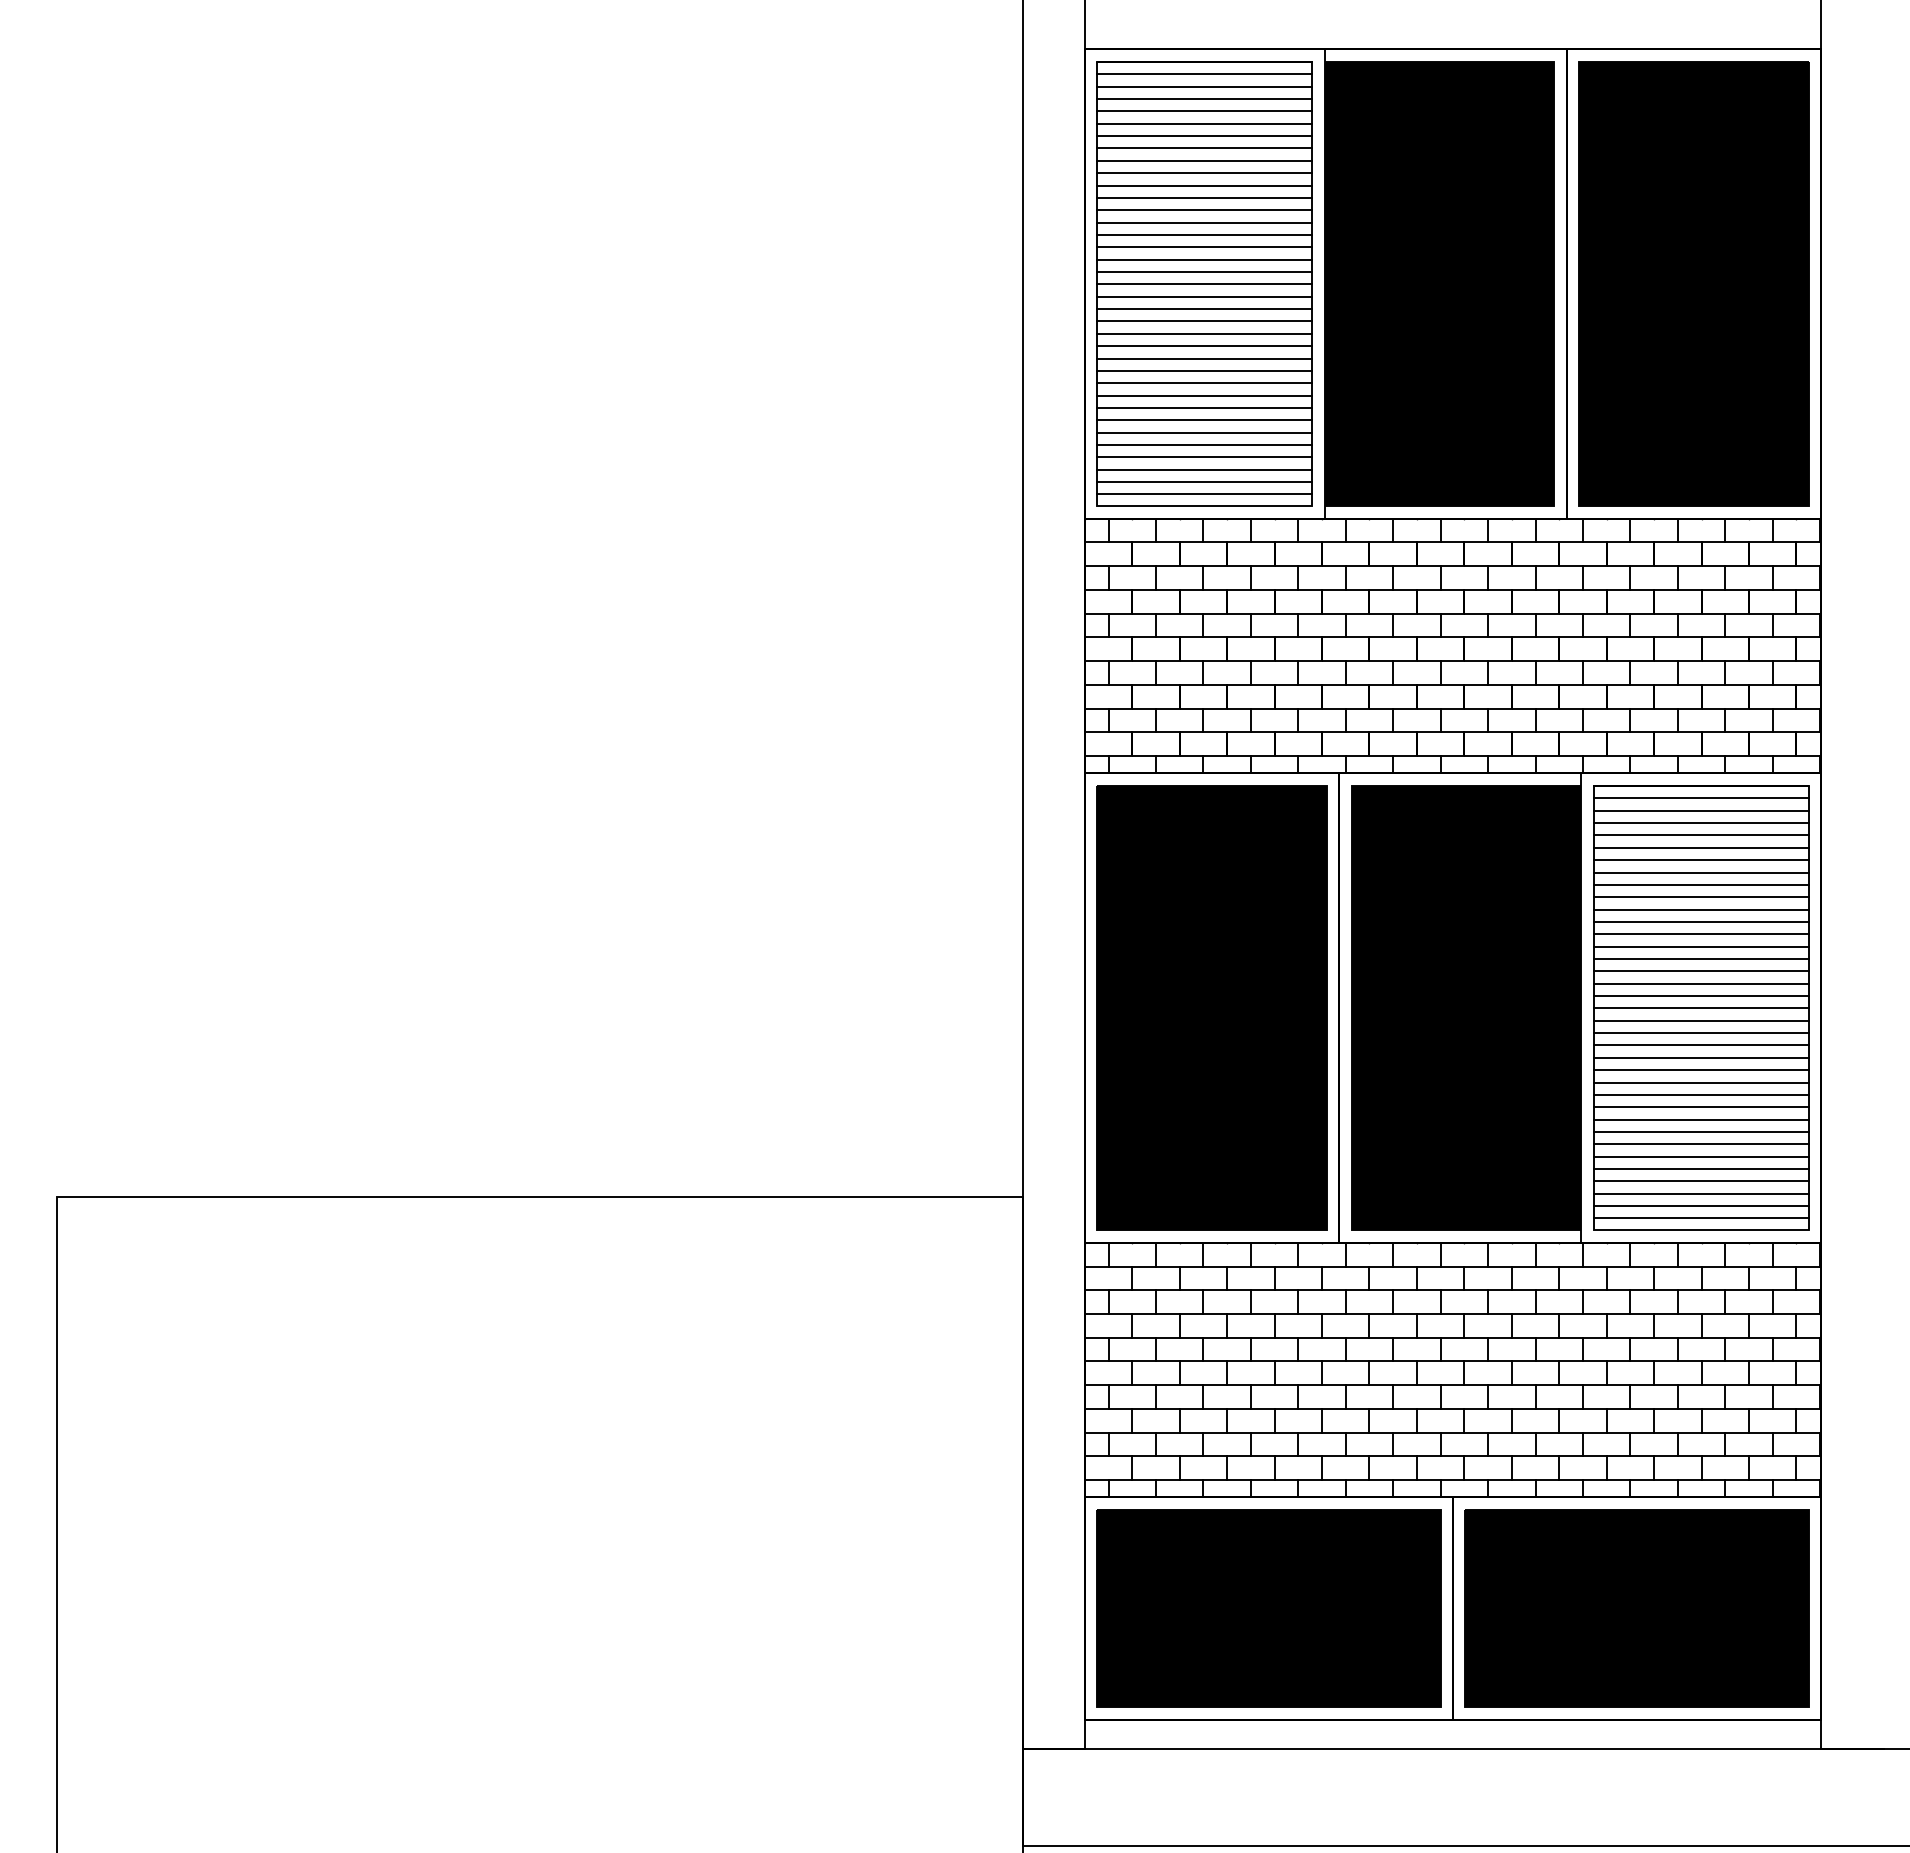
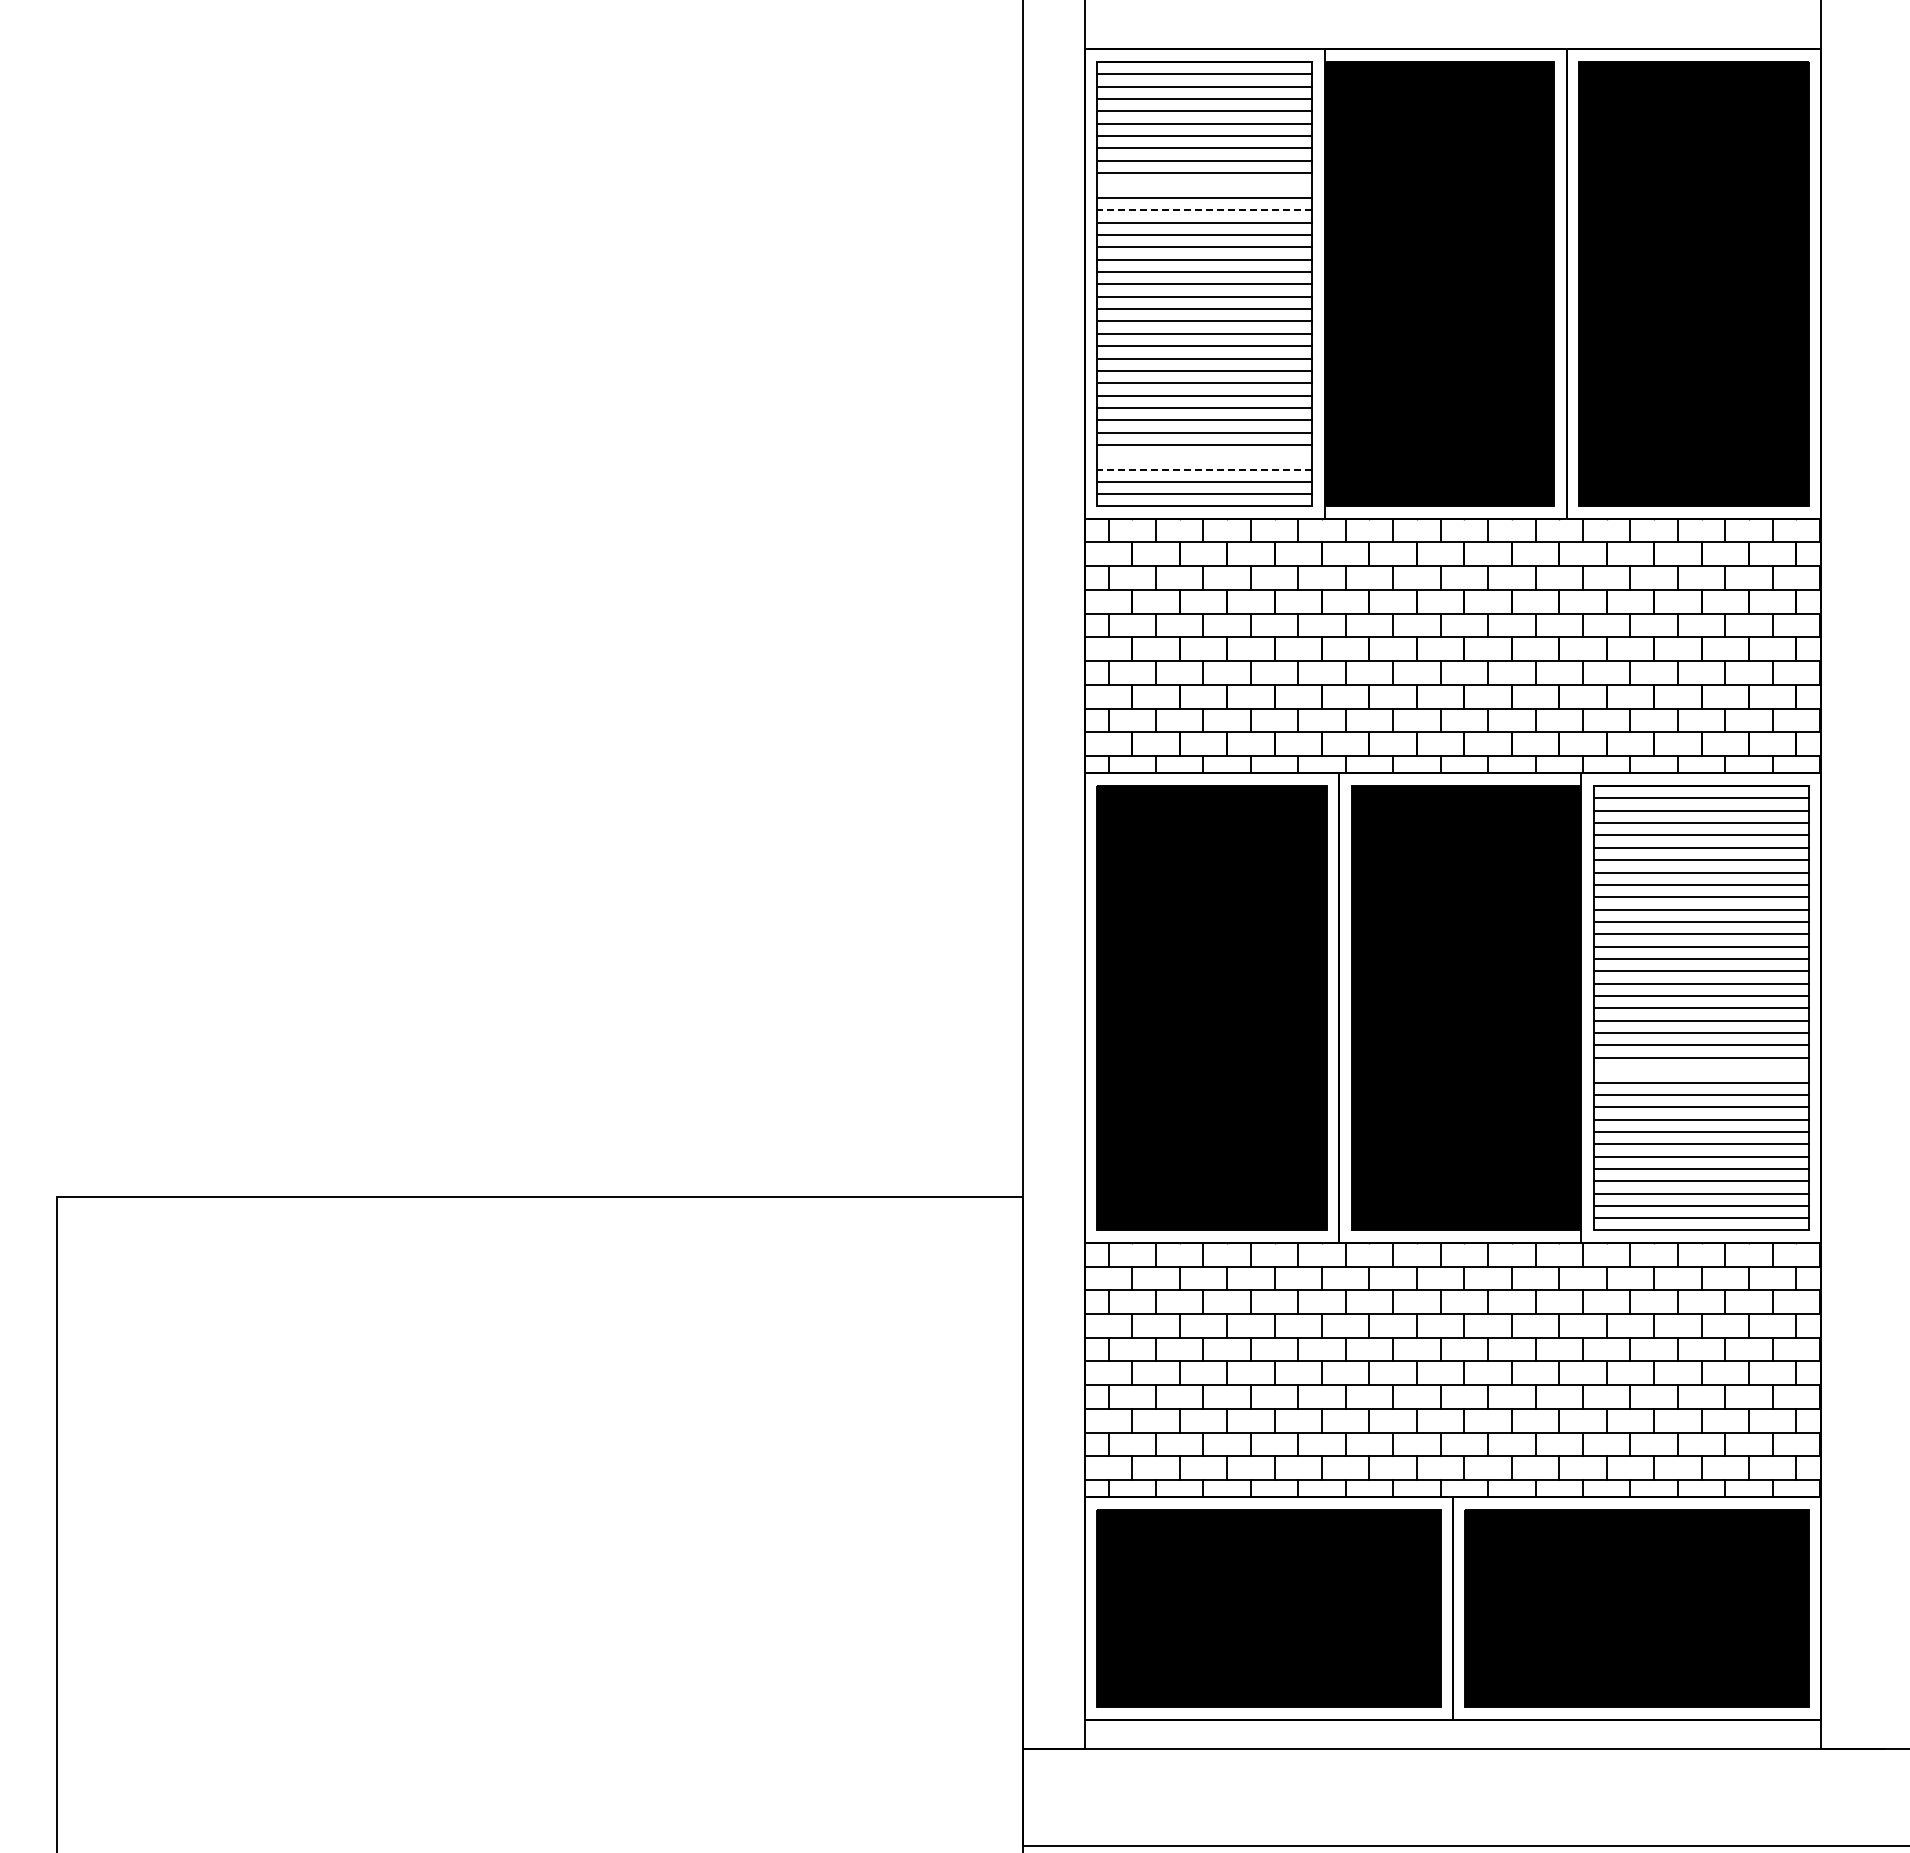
line at (1204, 185): present -> none
line at (1204, 210): solid -> dashed
line at (1204, 457): present -> none
line at (1204, 469): solid -> dashed
line at (1700, 1070): present -> none
